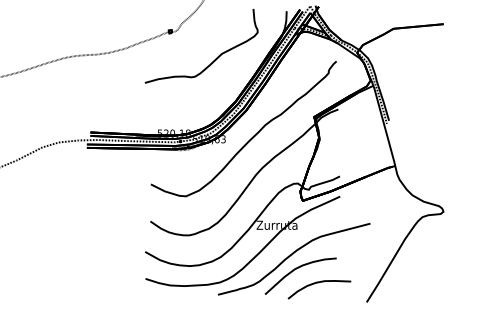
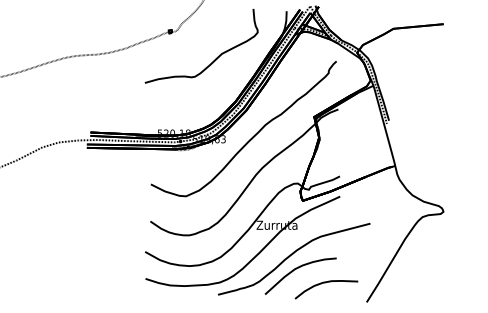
curve at (318, 283) position: (318, 283) -> (325, 283)
